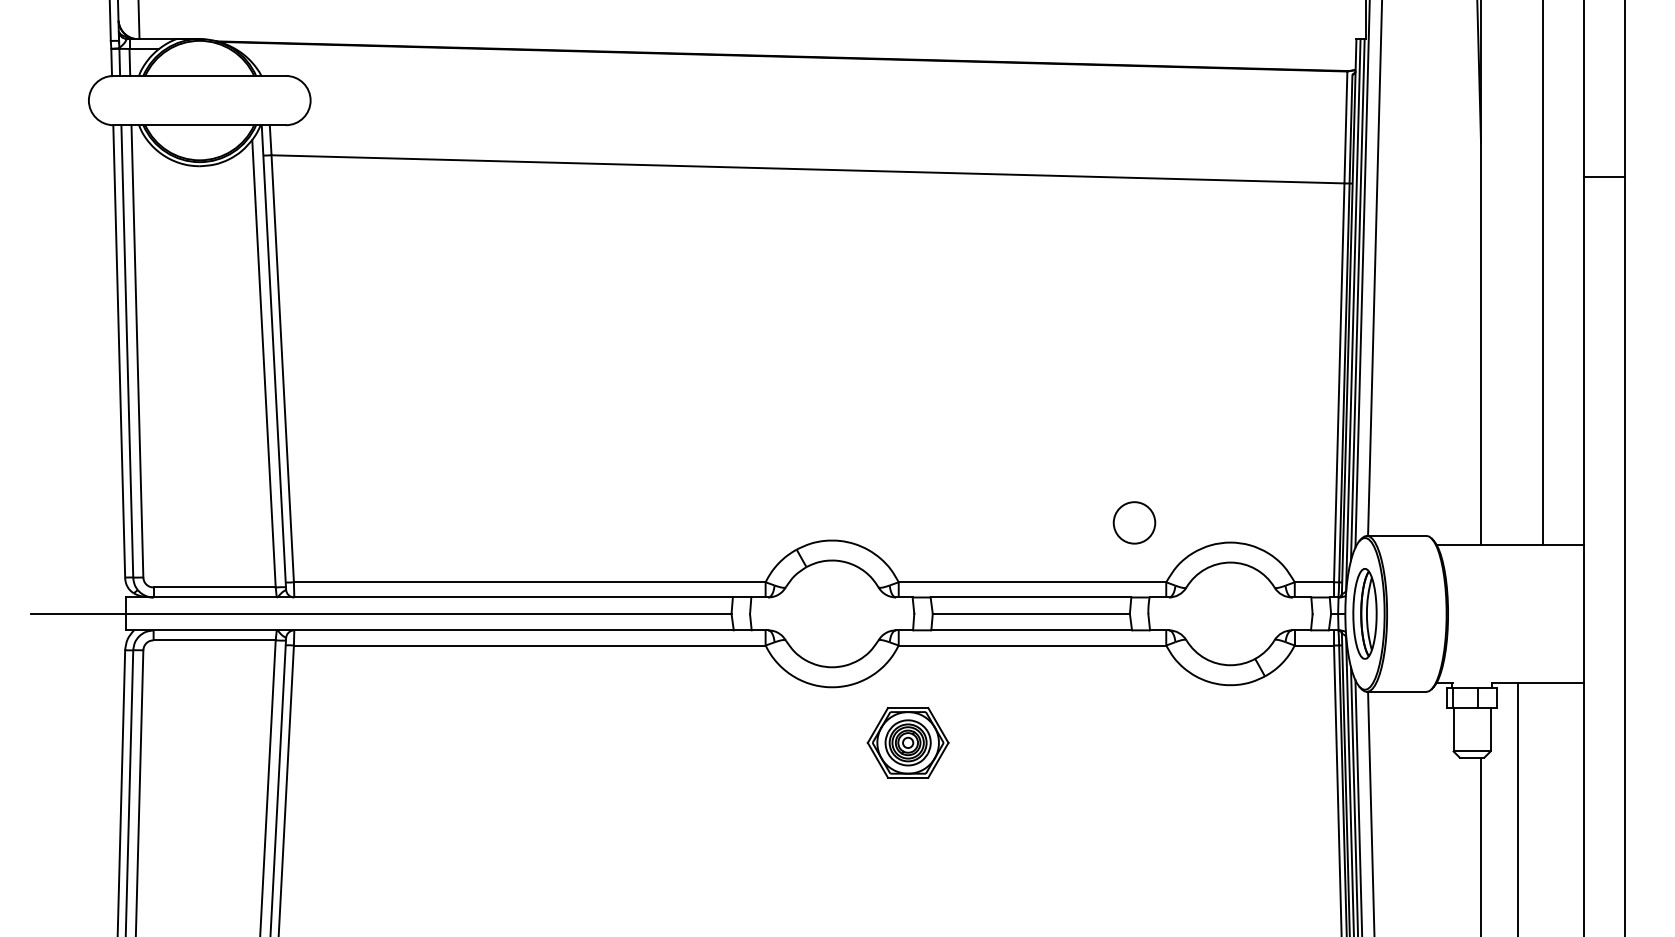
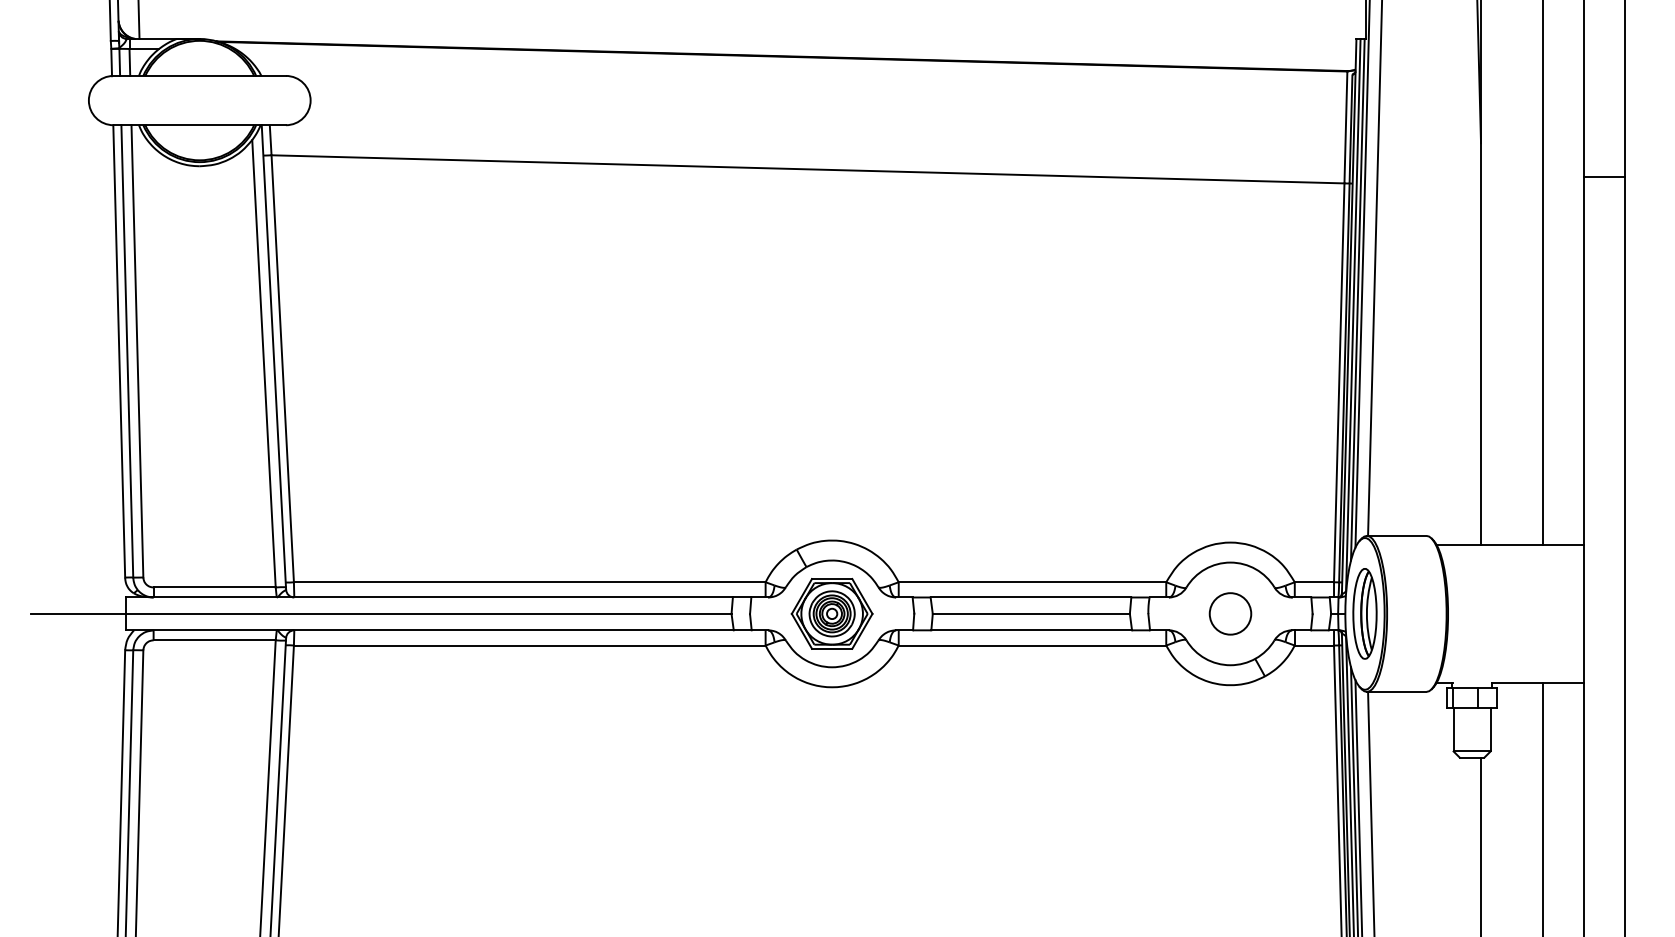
circle at (1134, 522) position: (1134, 522) -> (1230, 613)
part at (907, 742) position: (907, 742) -> (831, 613)
line at (1517, 808) position: (1517, 808) -> (1542, 808)
